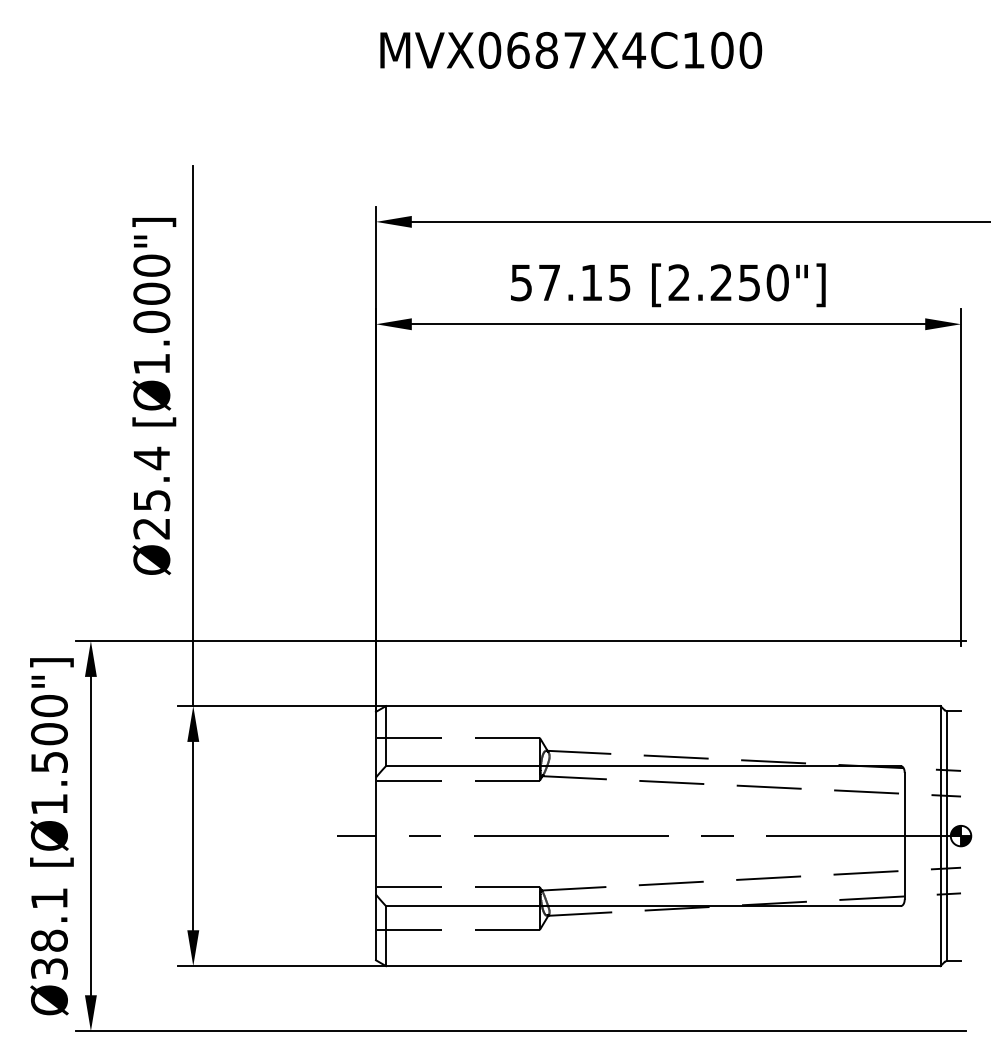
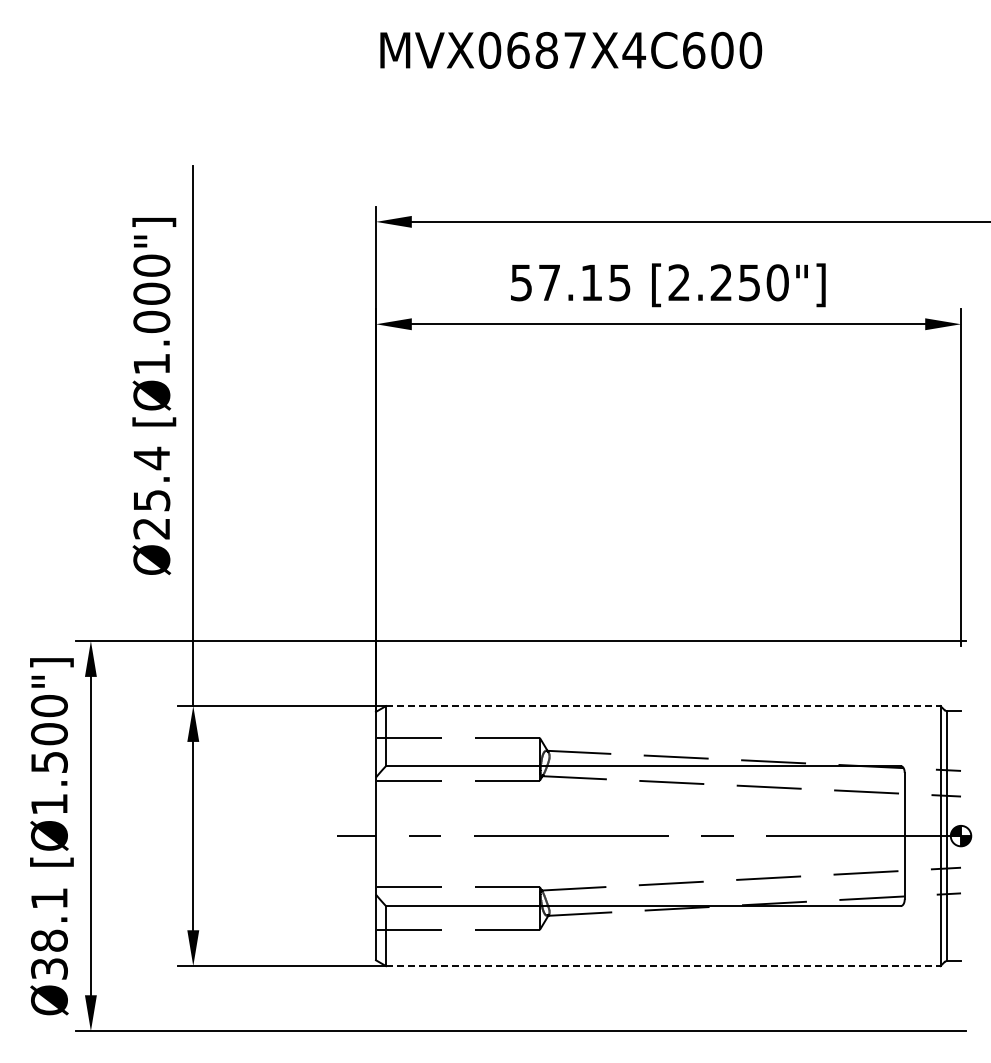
text at (694, 49): MVX0687X4C100 -> MVX0687X4C600
line at (663, 706): solid -> dashed
line at (663, 966): solid -> dashed
